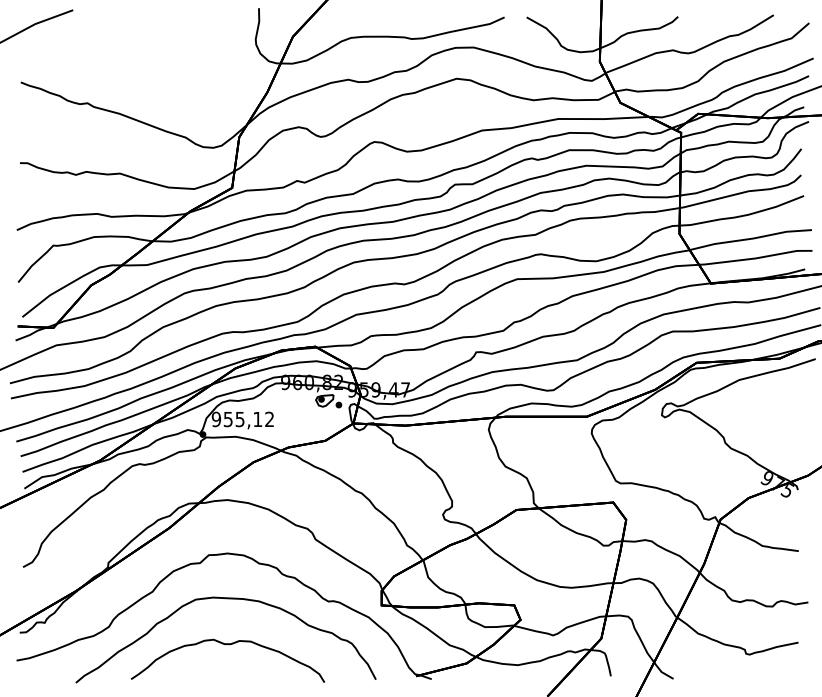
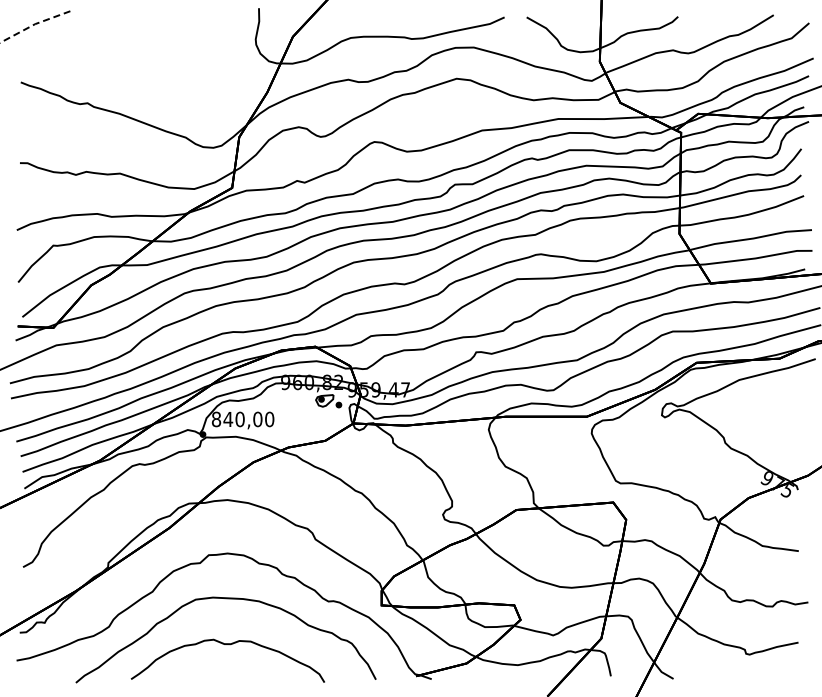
line at (35, 24): solid -> dashed
text at (242, 419): 955,12 -> 840,00
